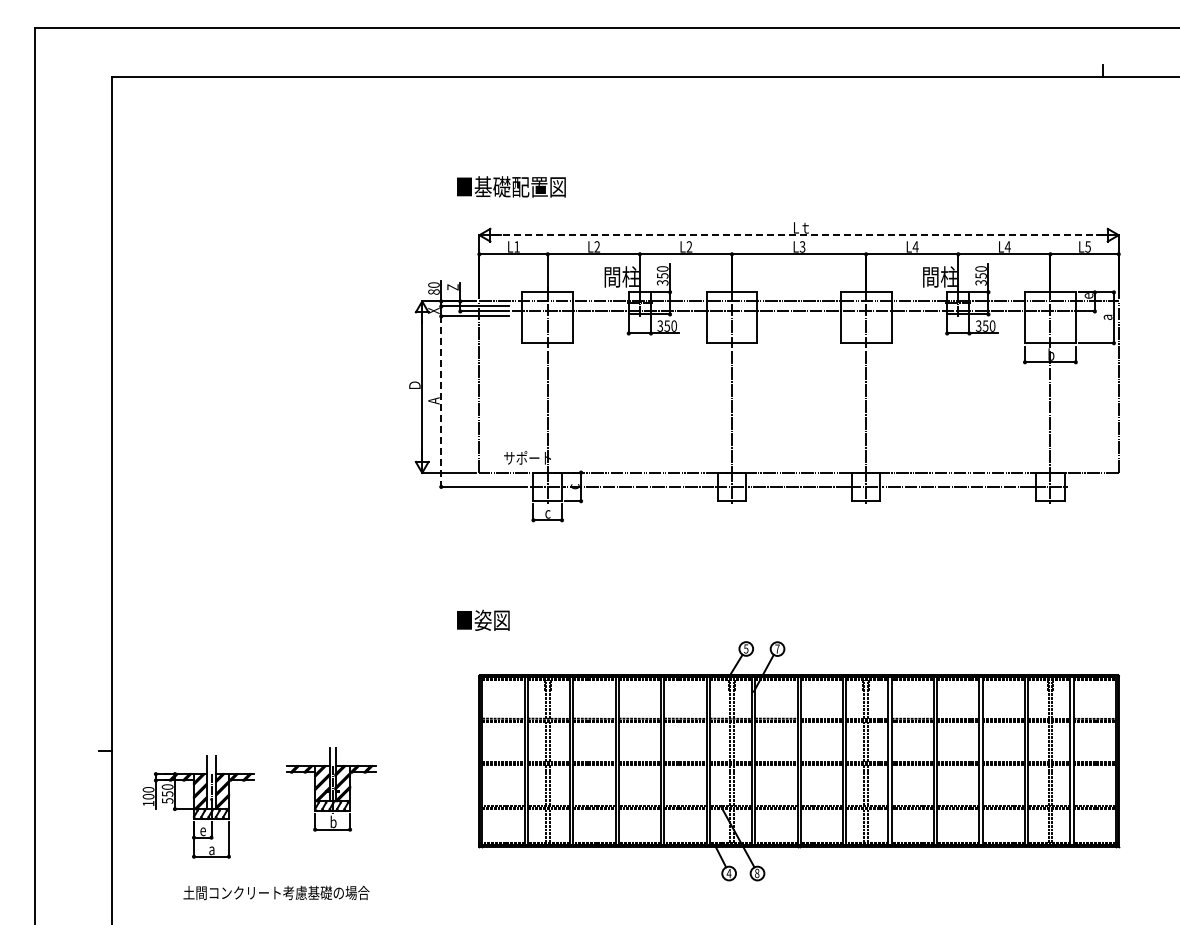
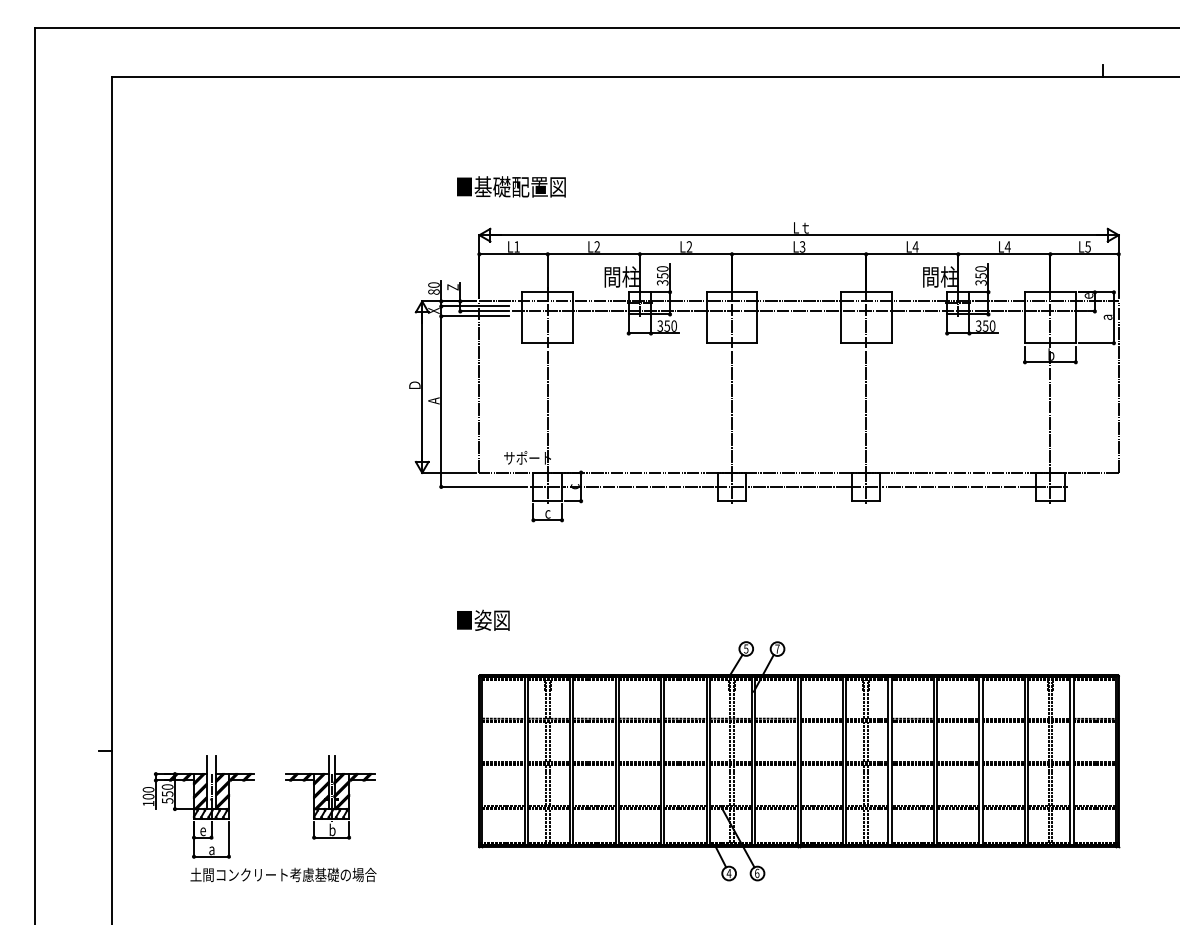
line at (799, 235): dashed -> solid
line at (441, 402): dashed -> solid
part at (331, 789) position: (331, 789) -> (330, 797)
text at (757, 872): 8 -> 6
text at (276, 892) position: (276, 892) -> (283, 874)
